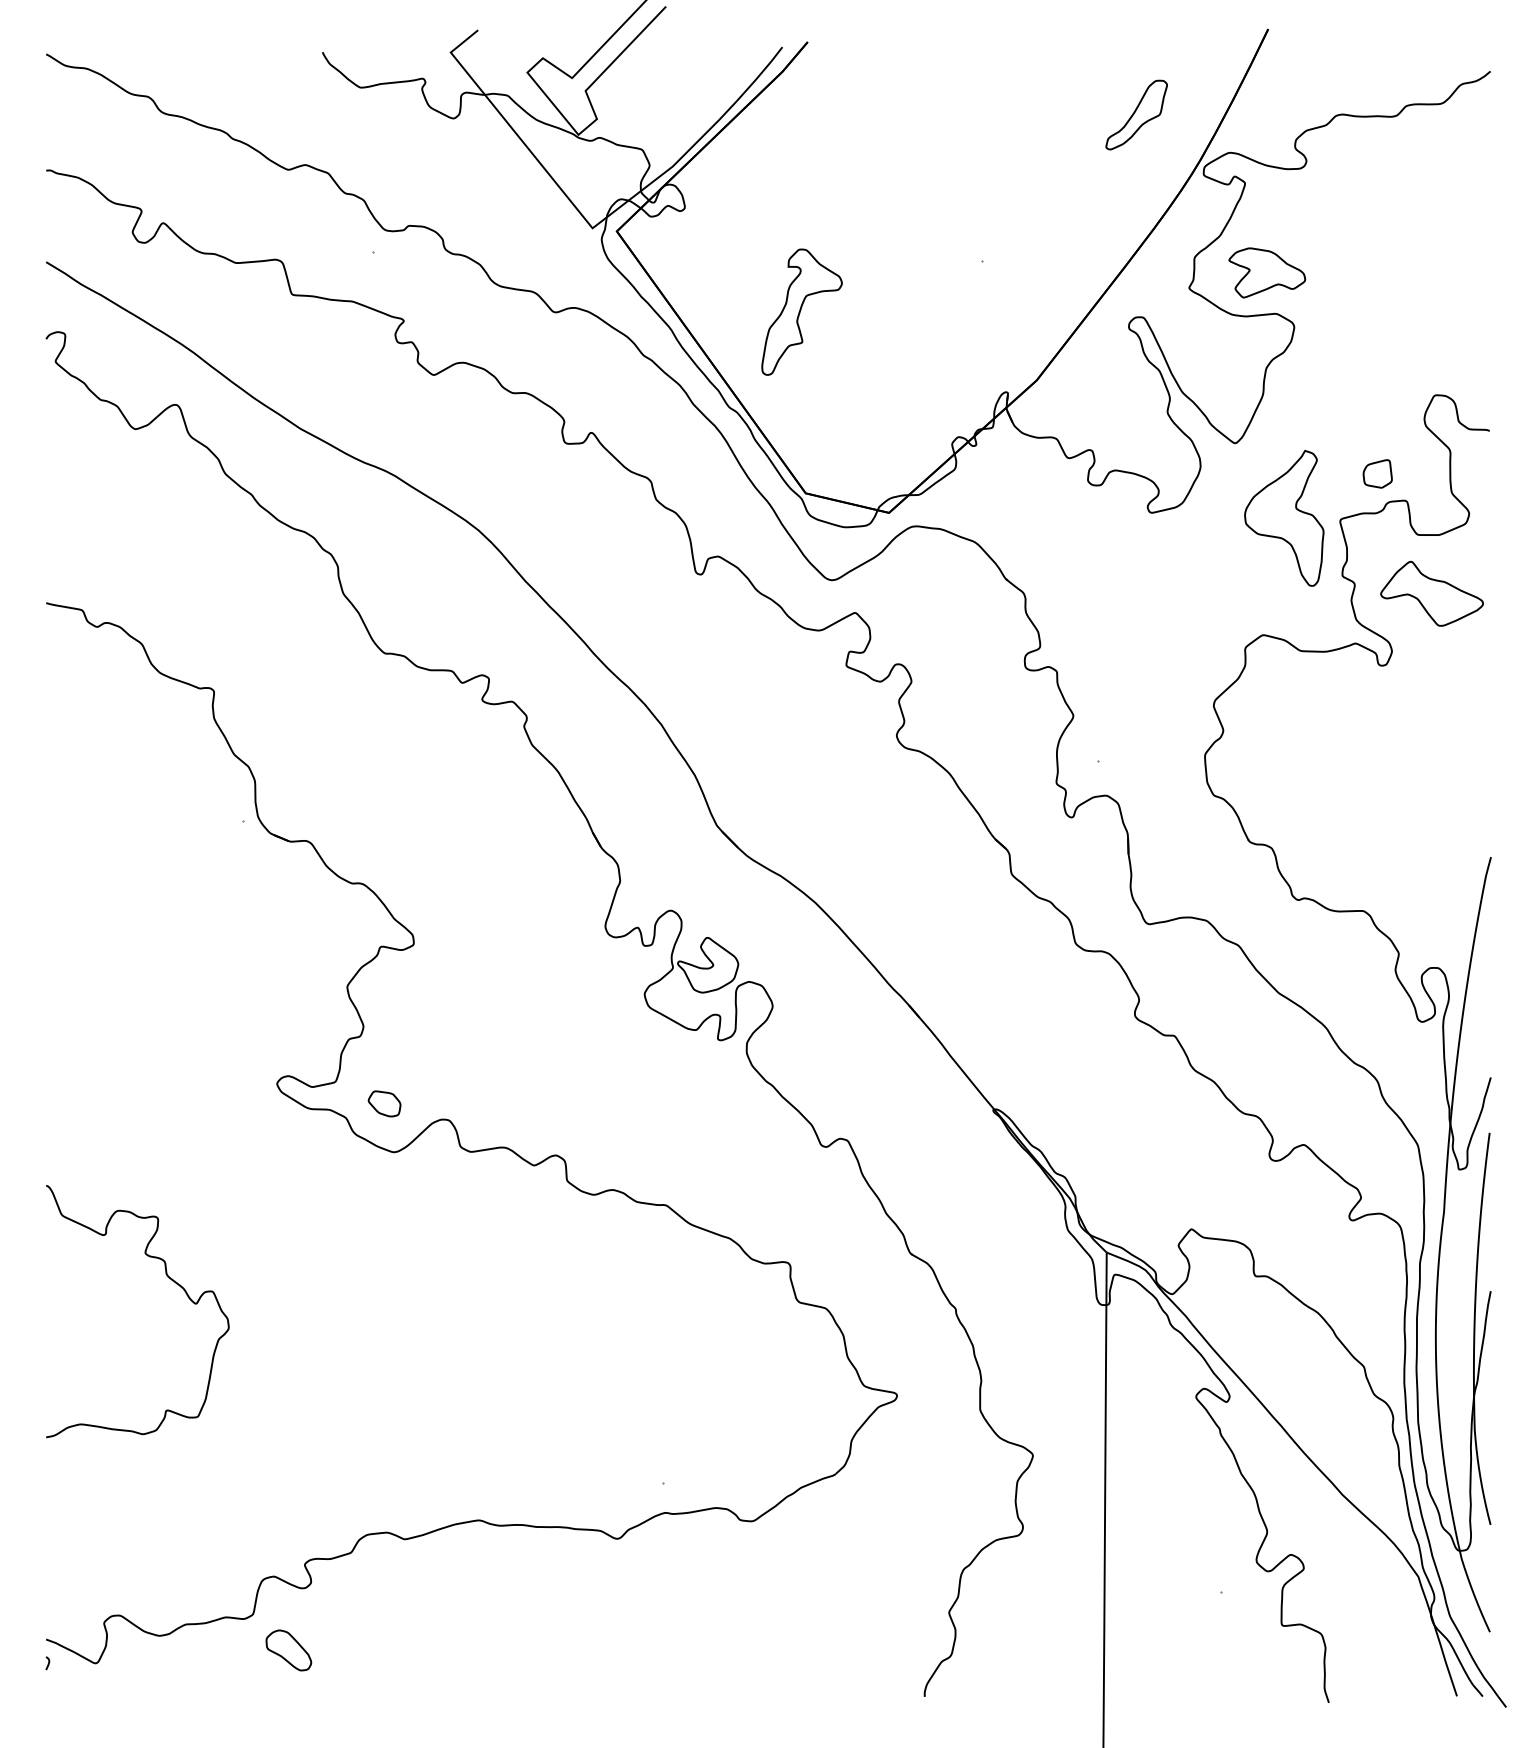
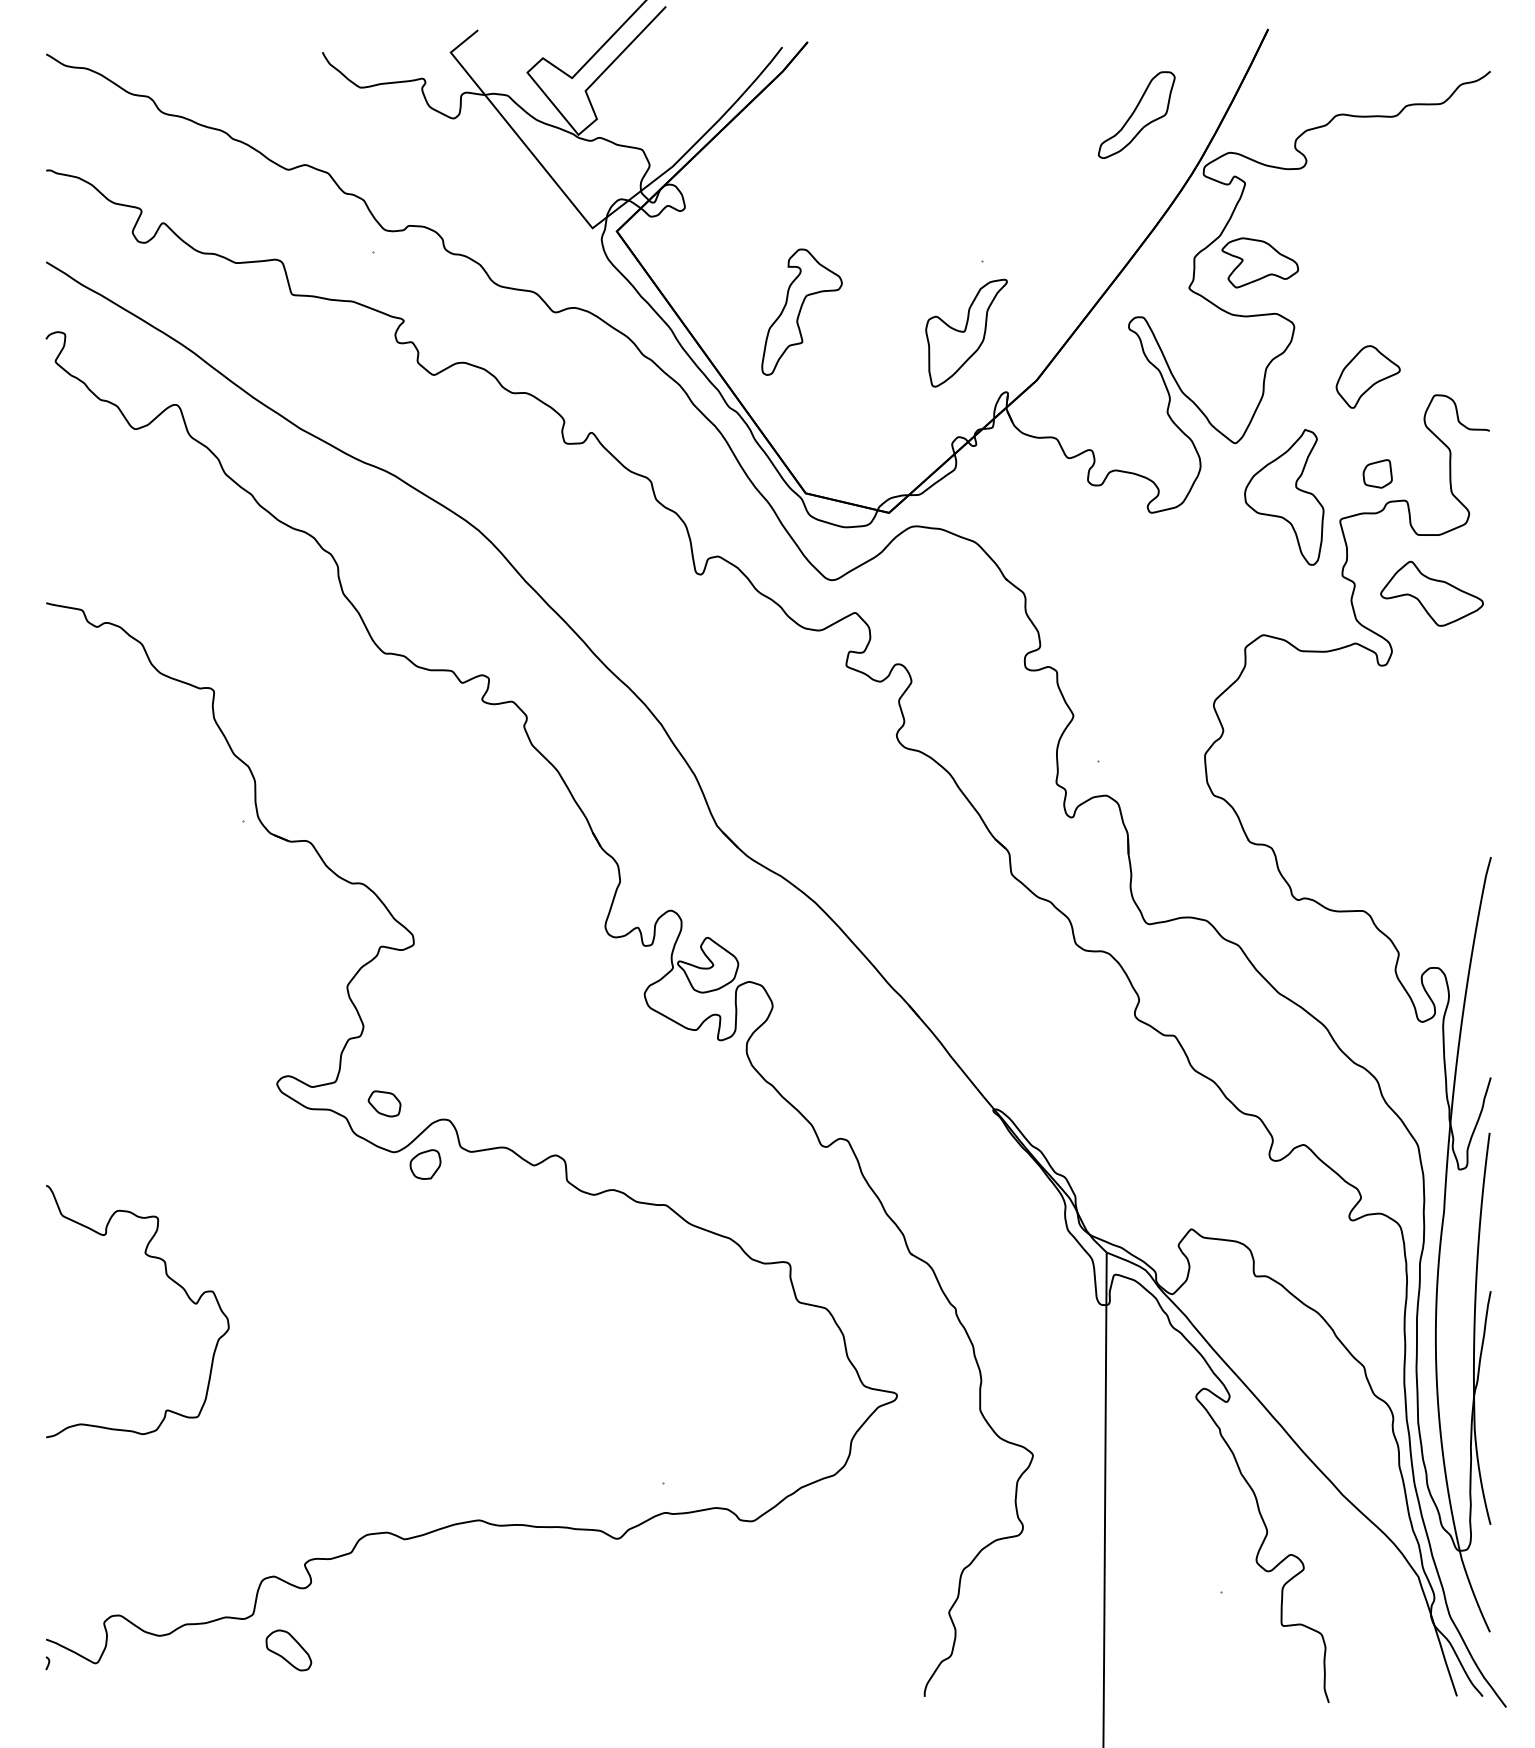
part at (1136, 114) size: 63x72 px -> 79x88 px
part at (1267, 272) position: (1267, 272) -> (1260, 262)
part at (966, 332): none -> present
part at (1367, 376): none -> present
part at (1284, 518) position: (1284, 518) -> (1284, 497)
part at (425, 1164): none -> present
